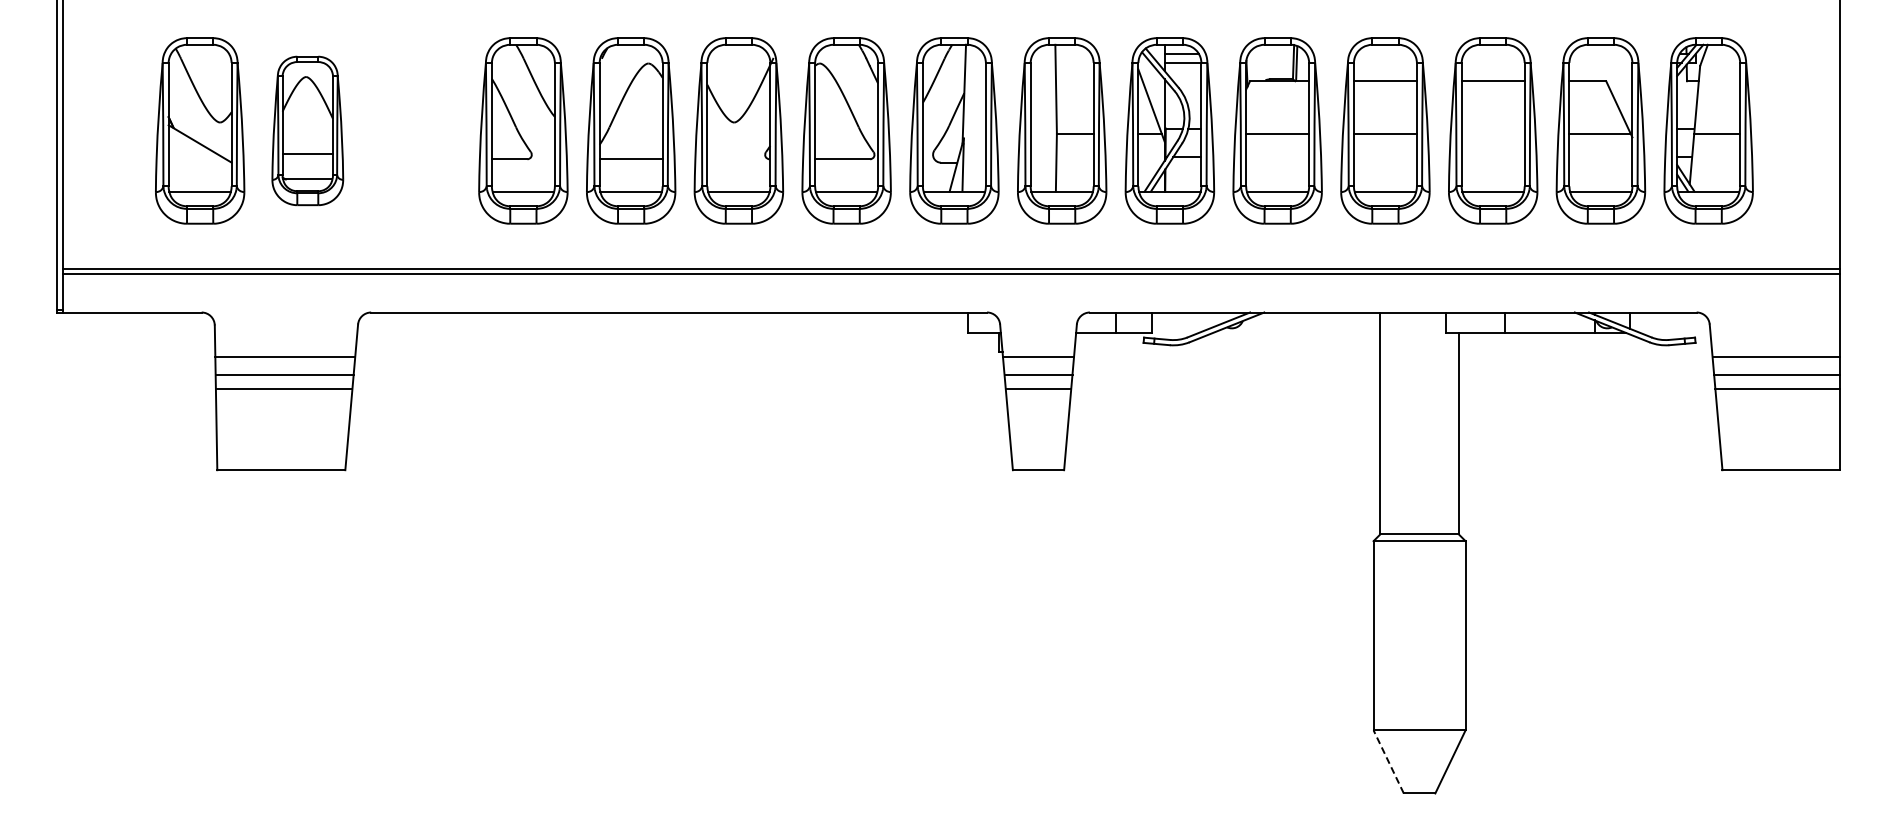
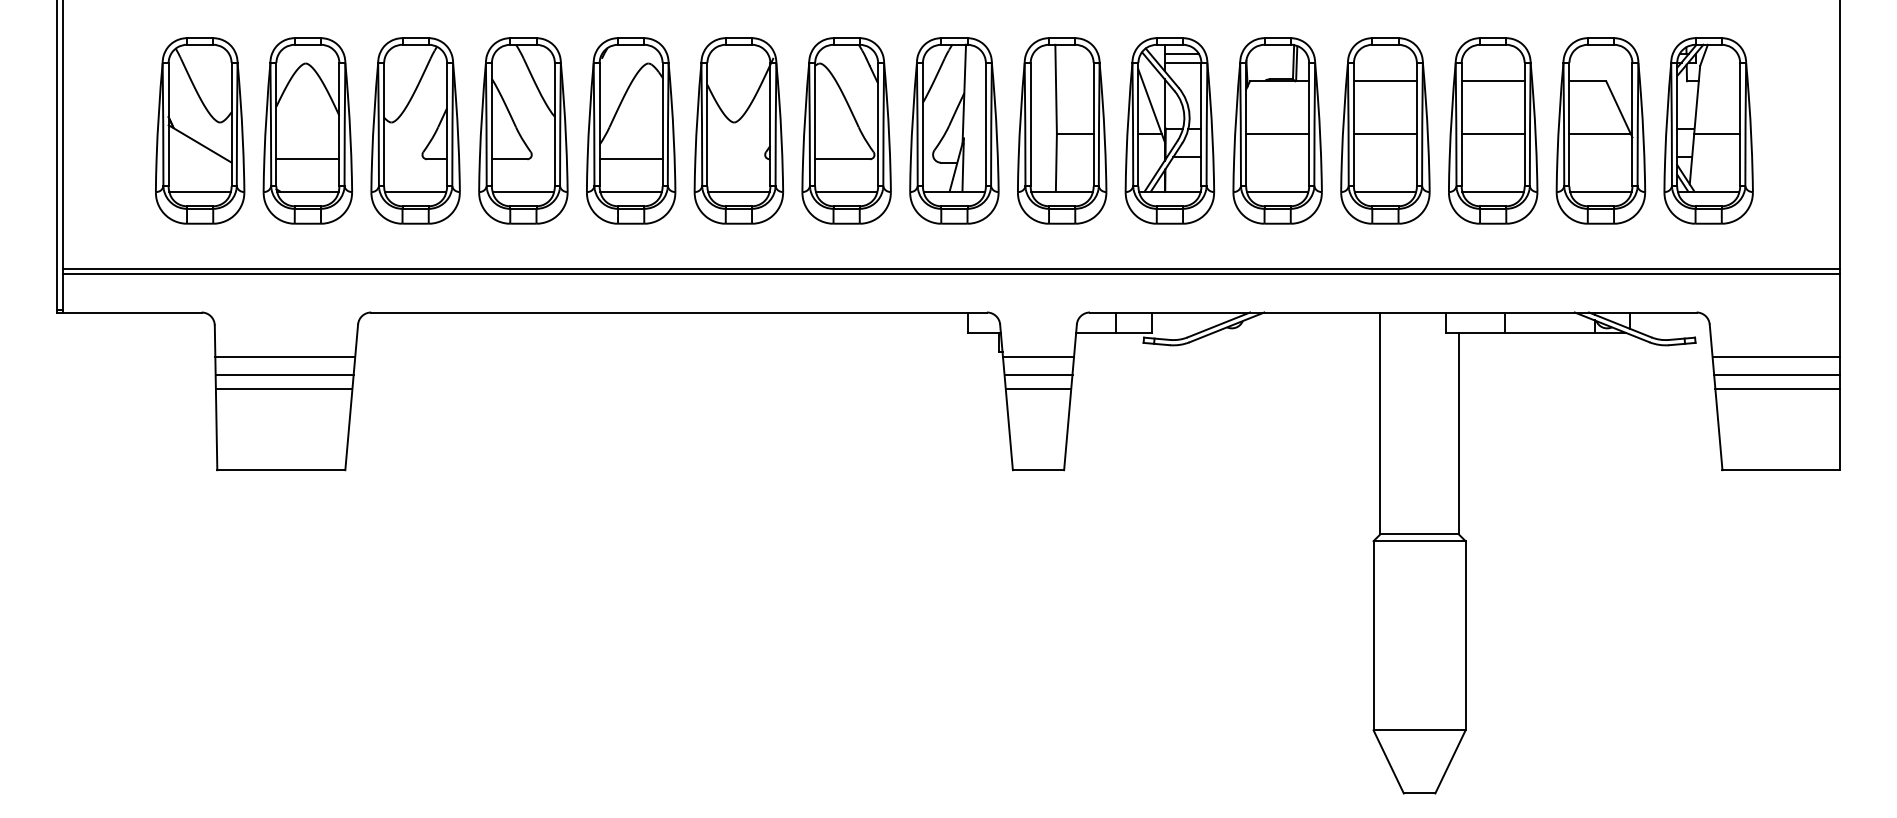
part at (307, 130) size: 74x152 px -> 91x188 px
part at (415, 130): none -> present
line at (1492, 133): none -> present
line at (1388, 761): dashed -> solid
